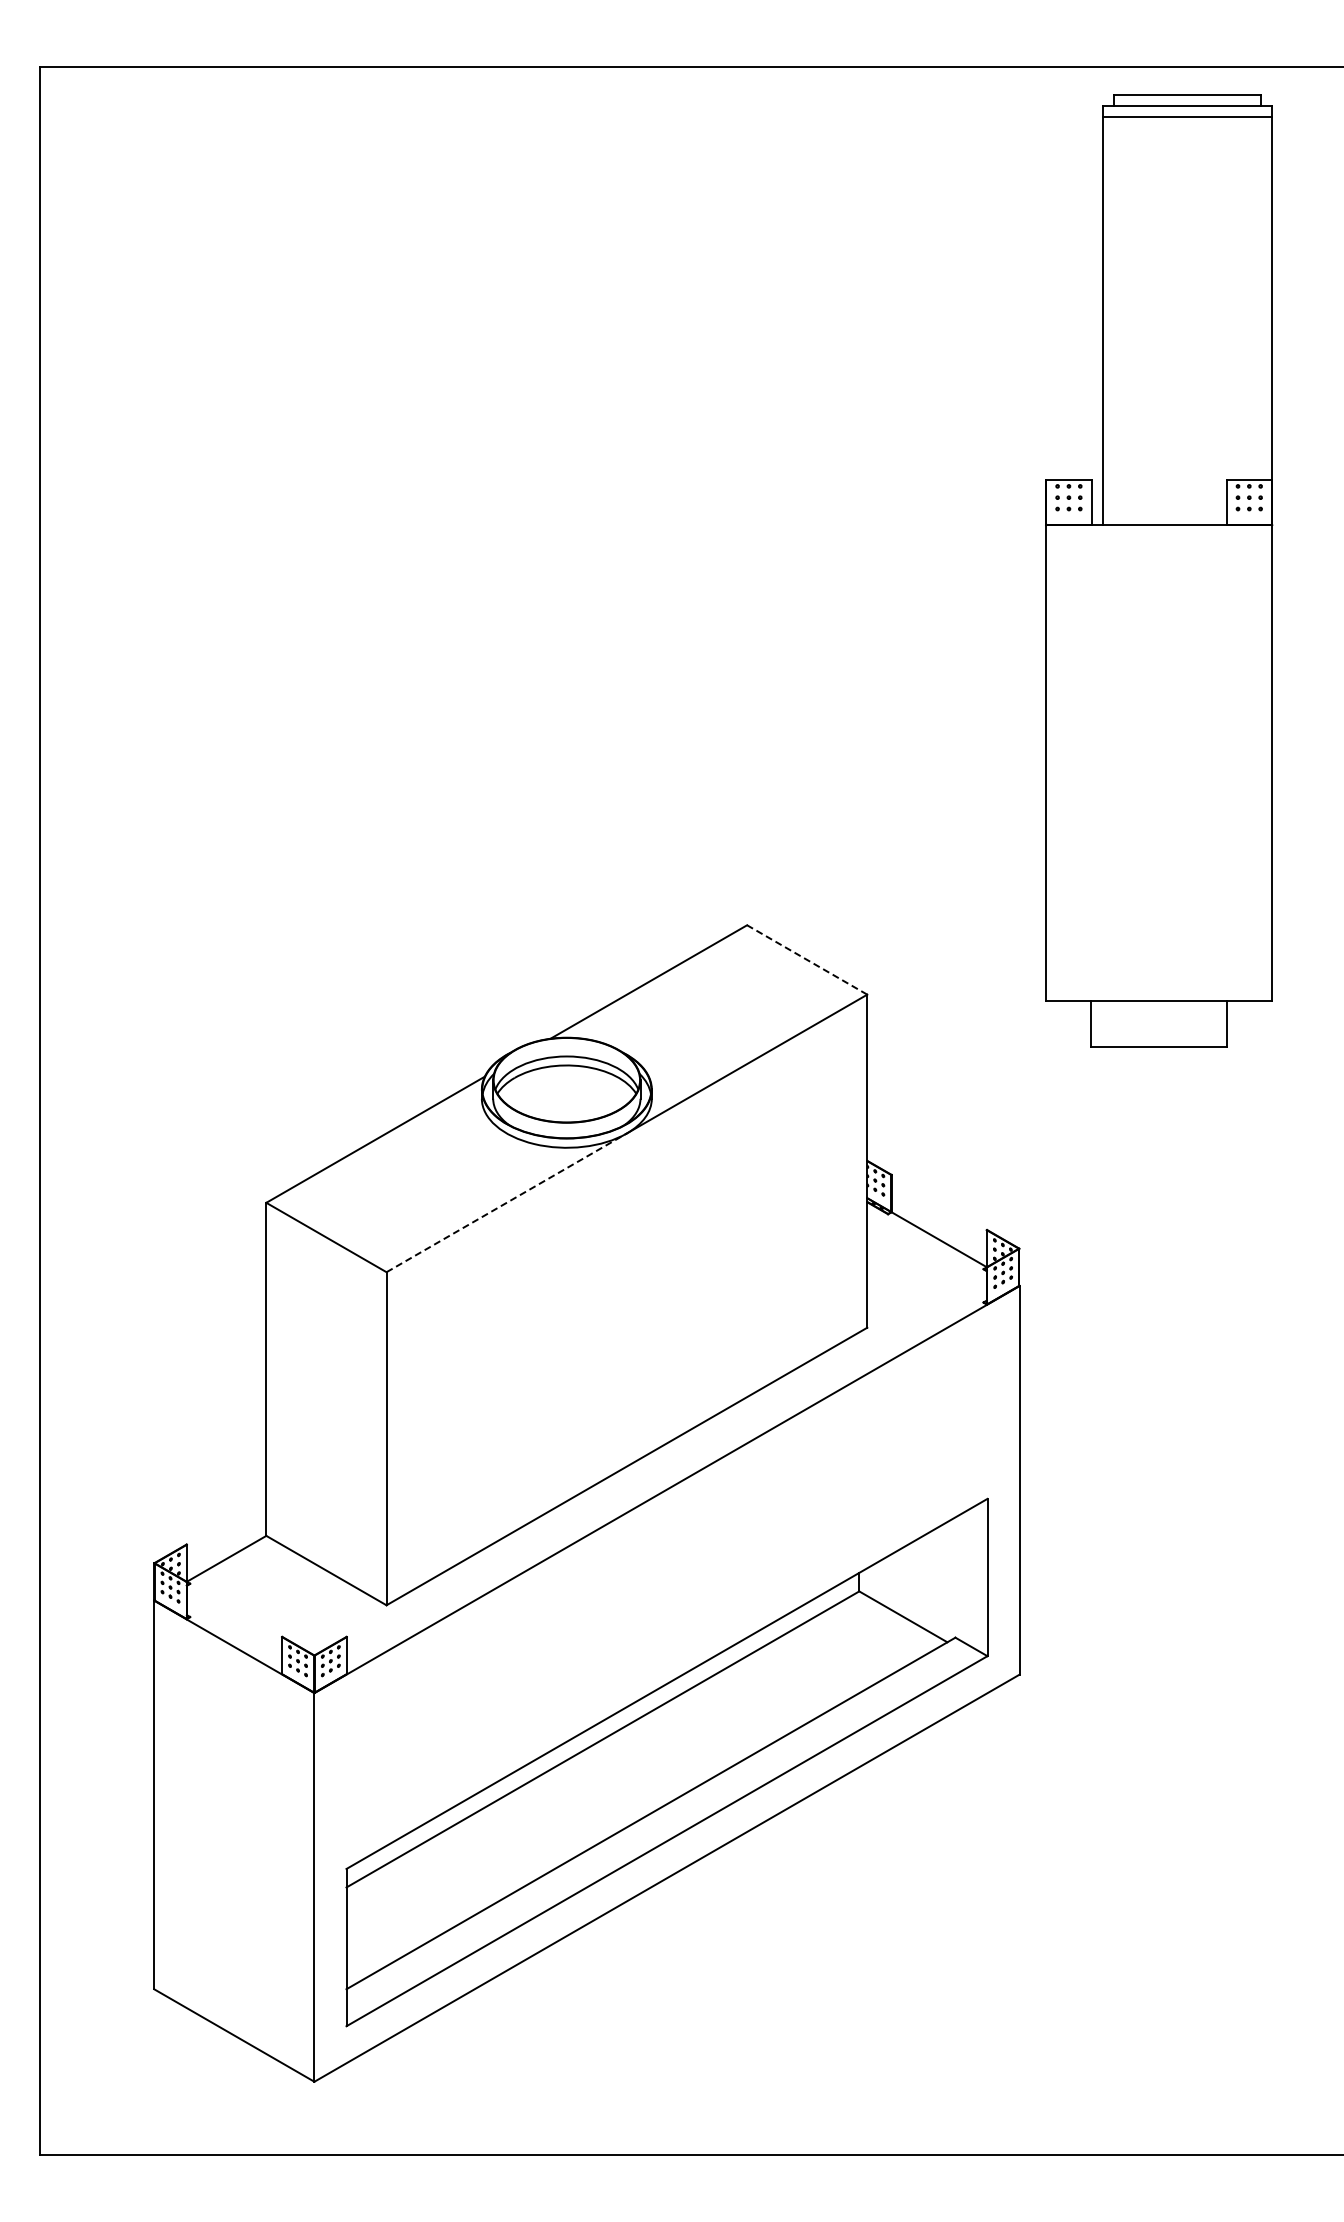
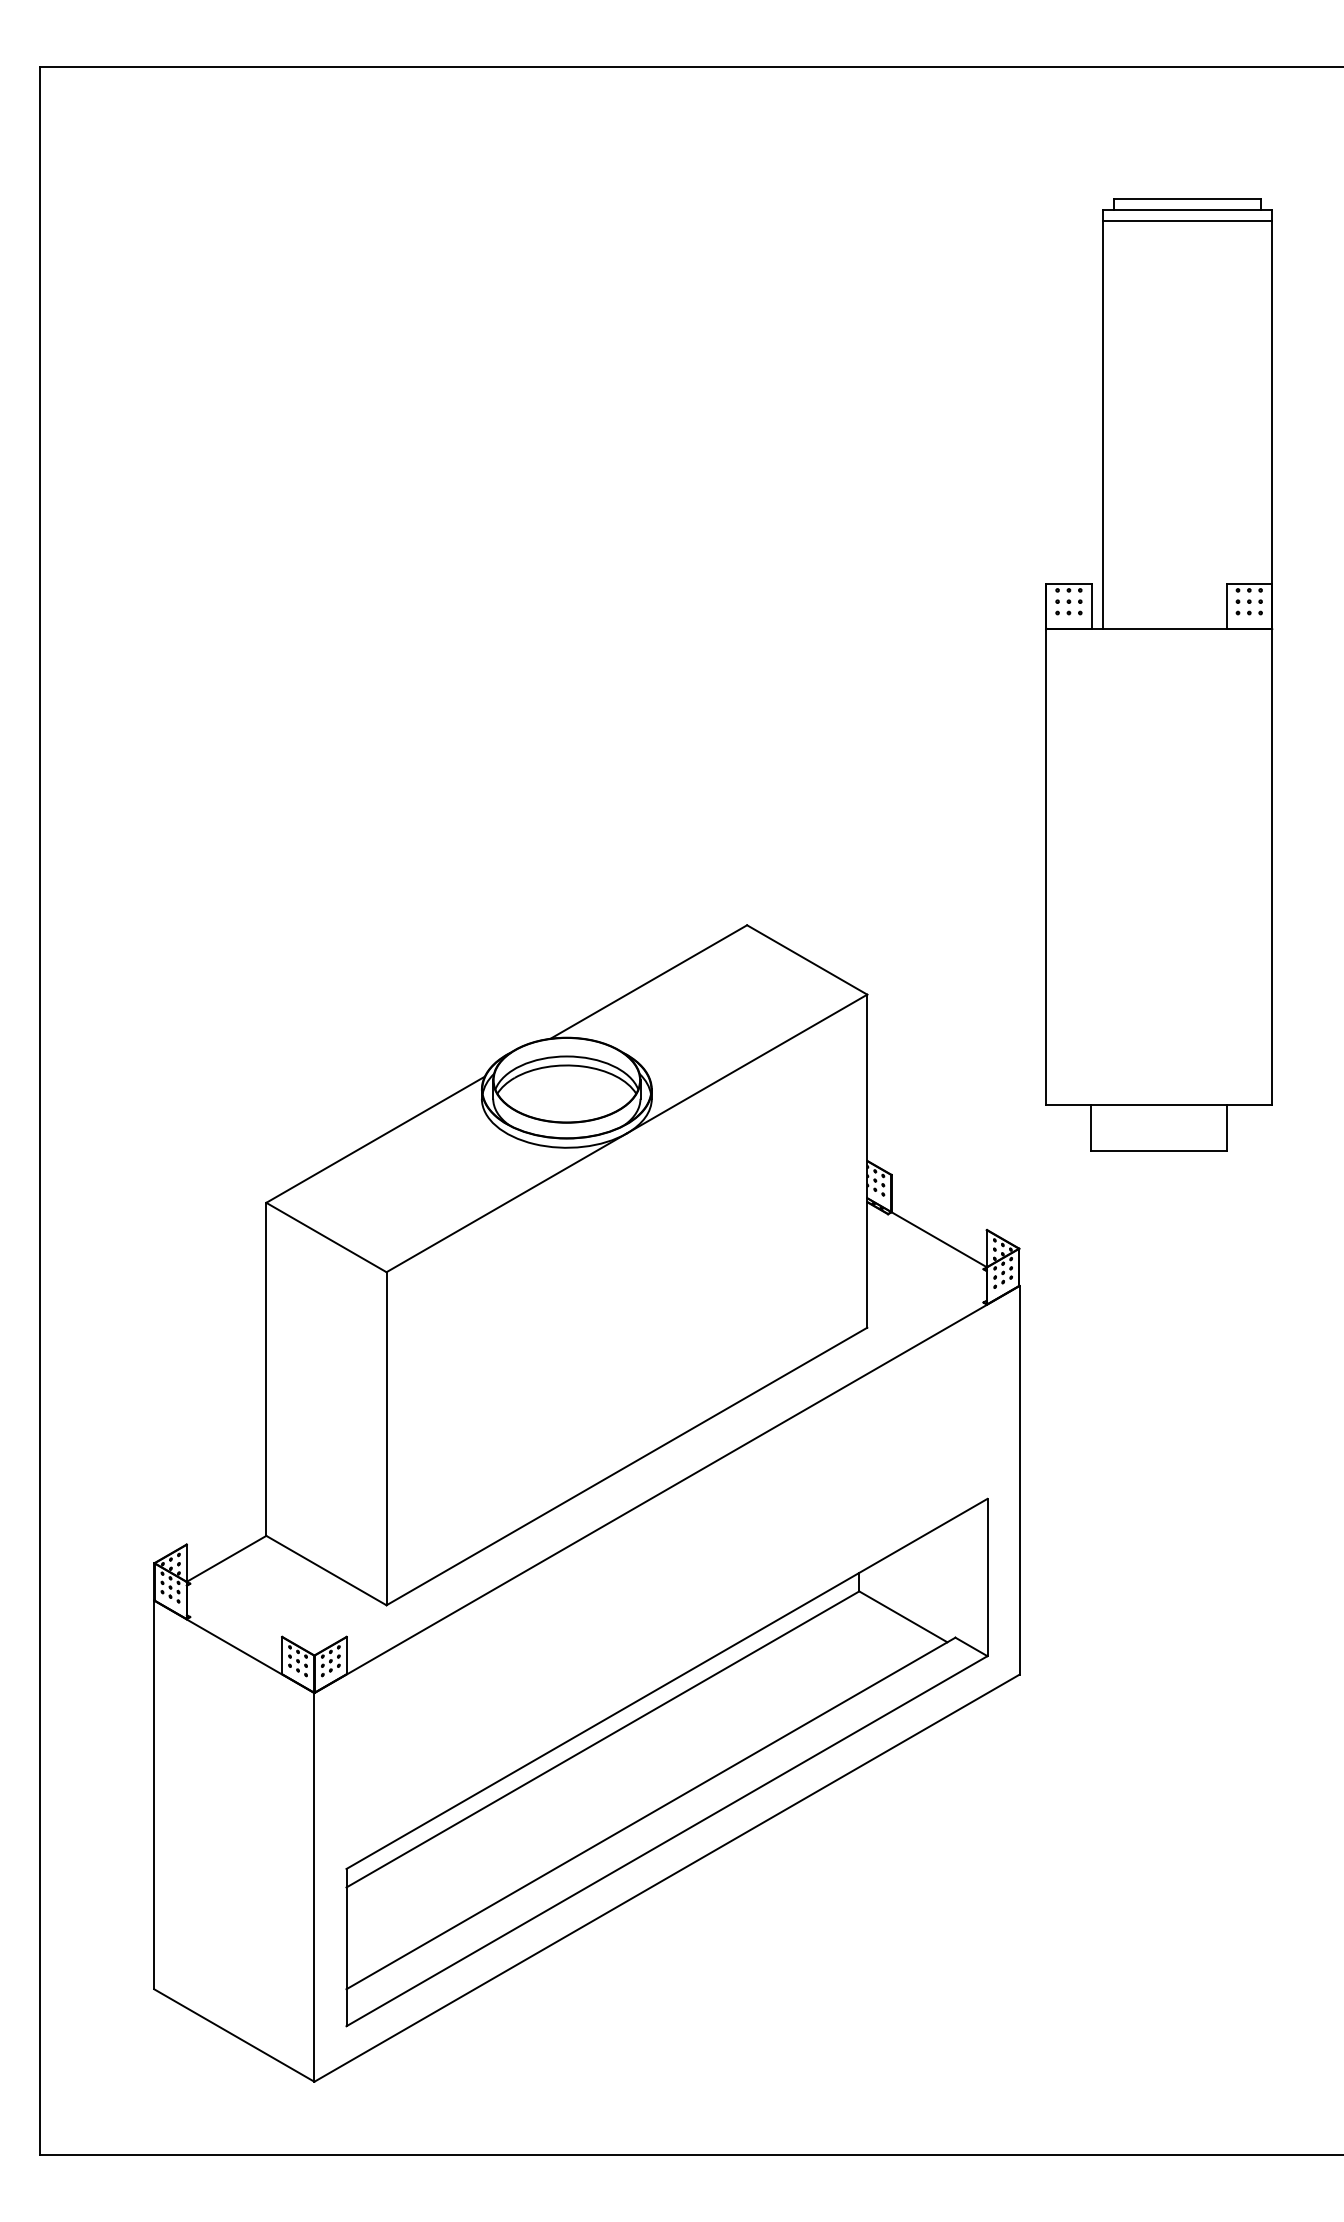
part at (1159, 570) position: (1159, 570) -> (1159, 674)
line at (806, 959): dashed -> solid
line at (506, 1202): dashed -> solid
